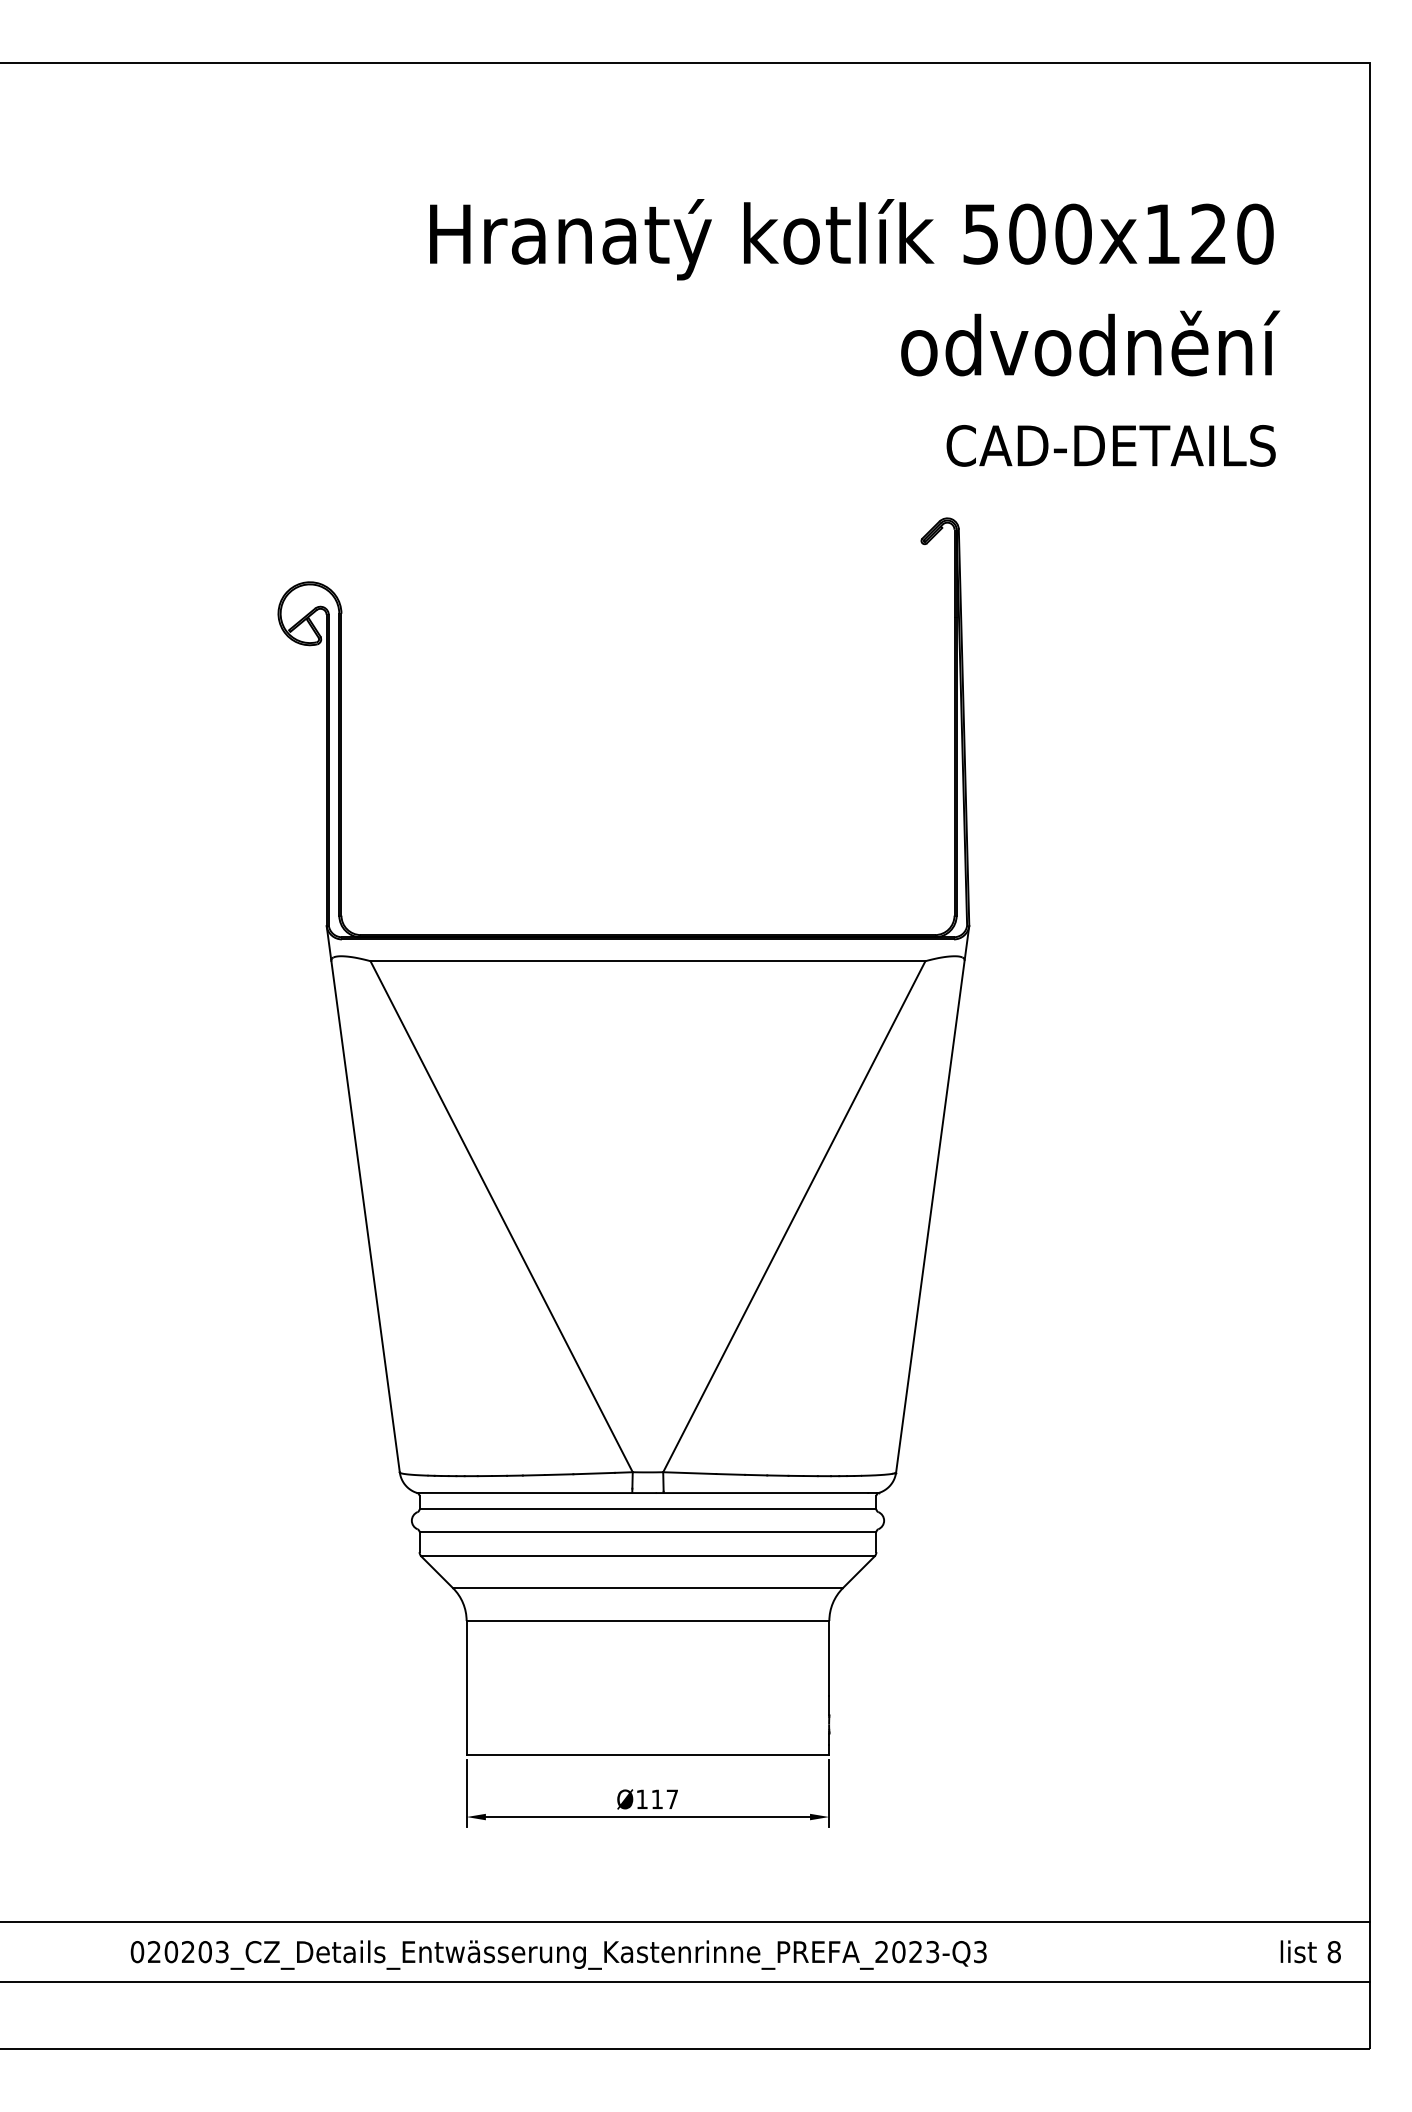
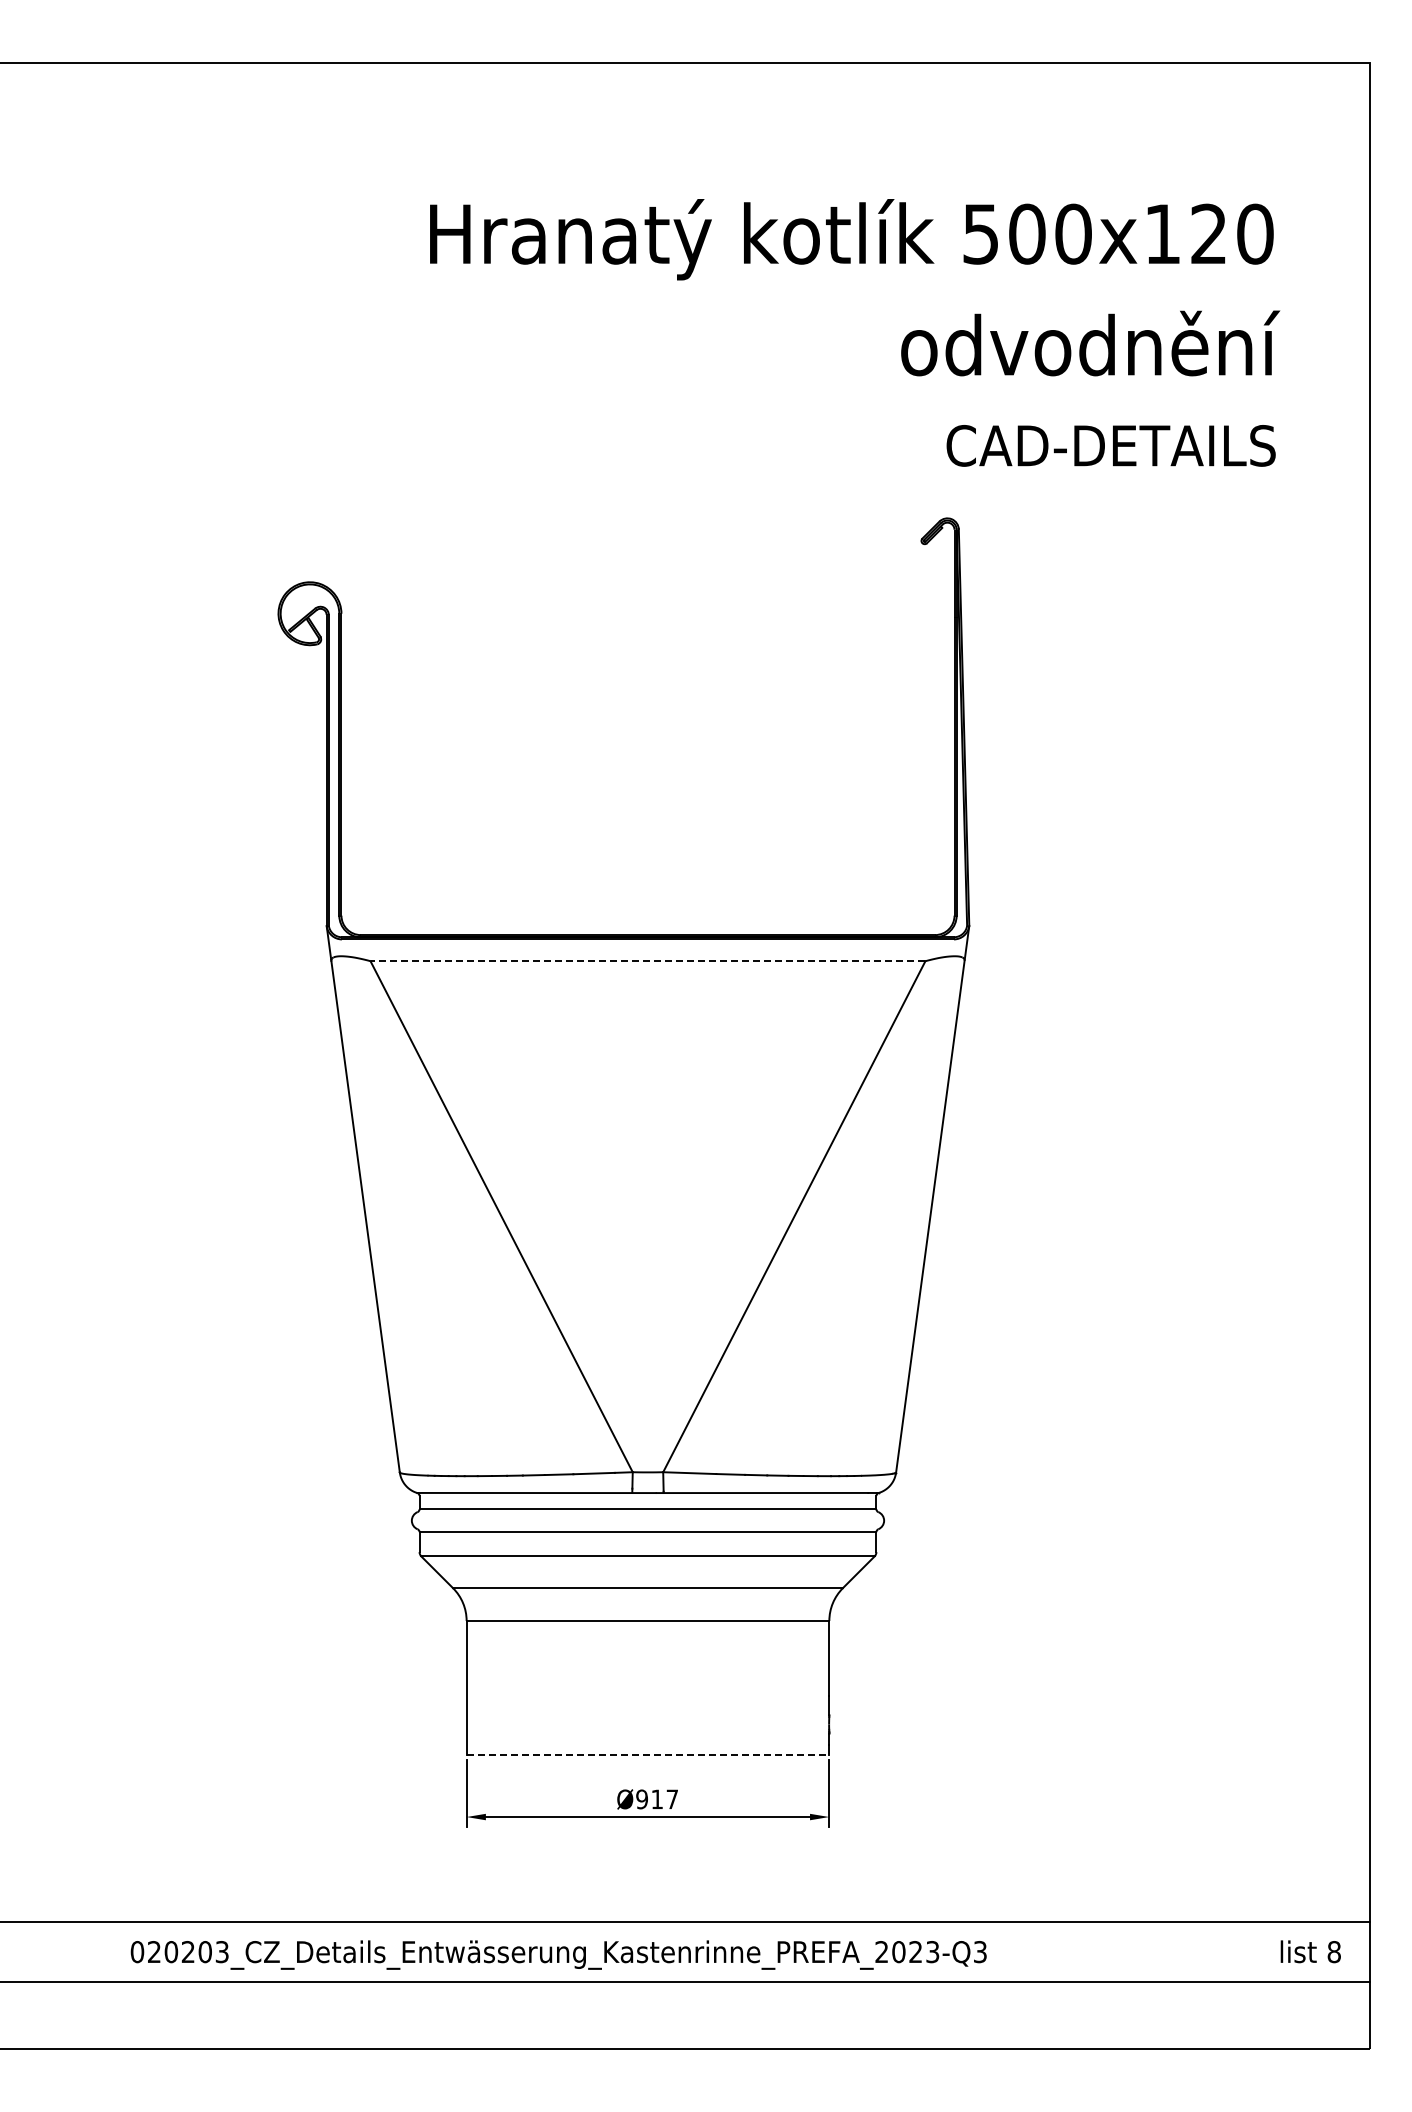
line at (647, 961): solid -> dashed
line at (648, 1755): solid -> dashed
text at (641, 1799): Ø117 -> Ø917
